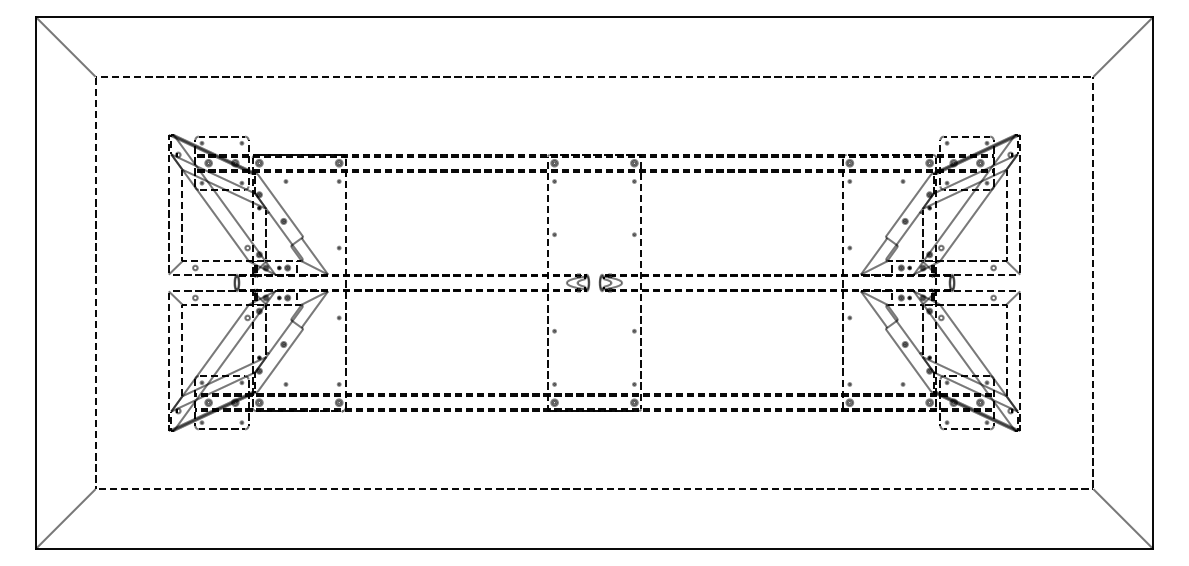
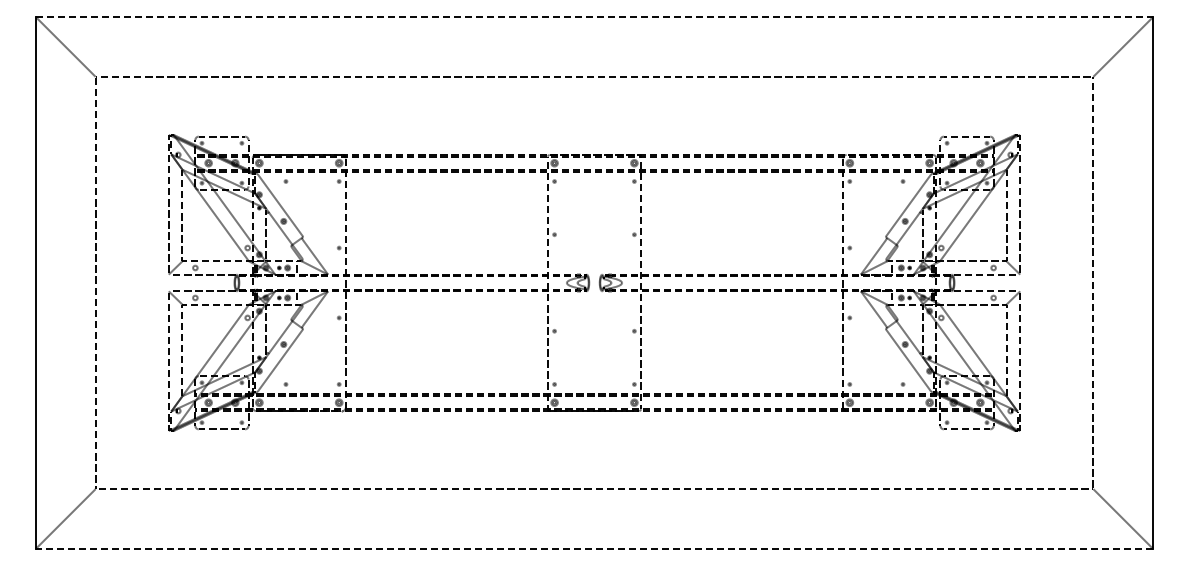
line at (594, 16): solid -> dashed
line at (594, 549): solid -> dashed
